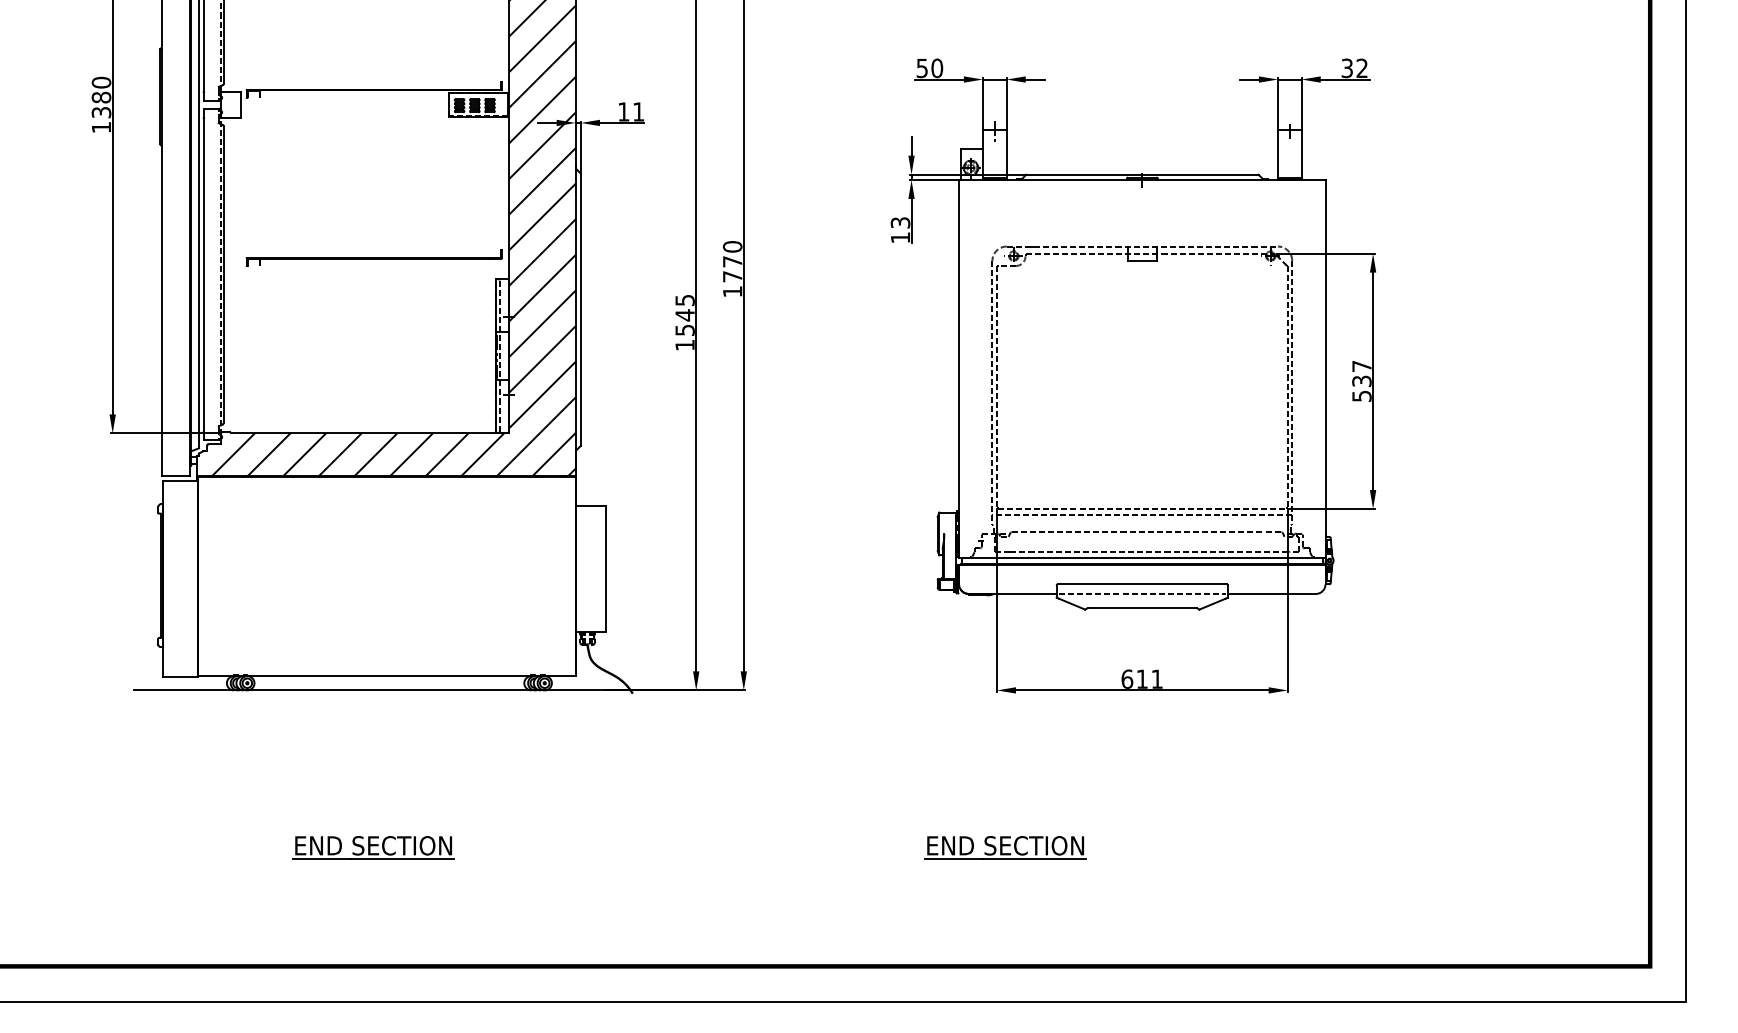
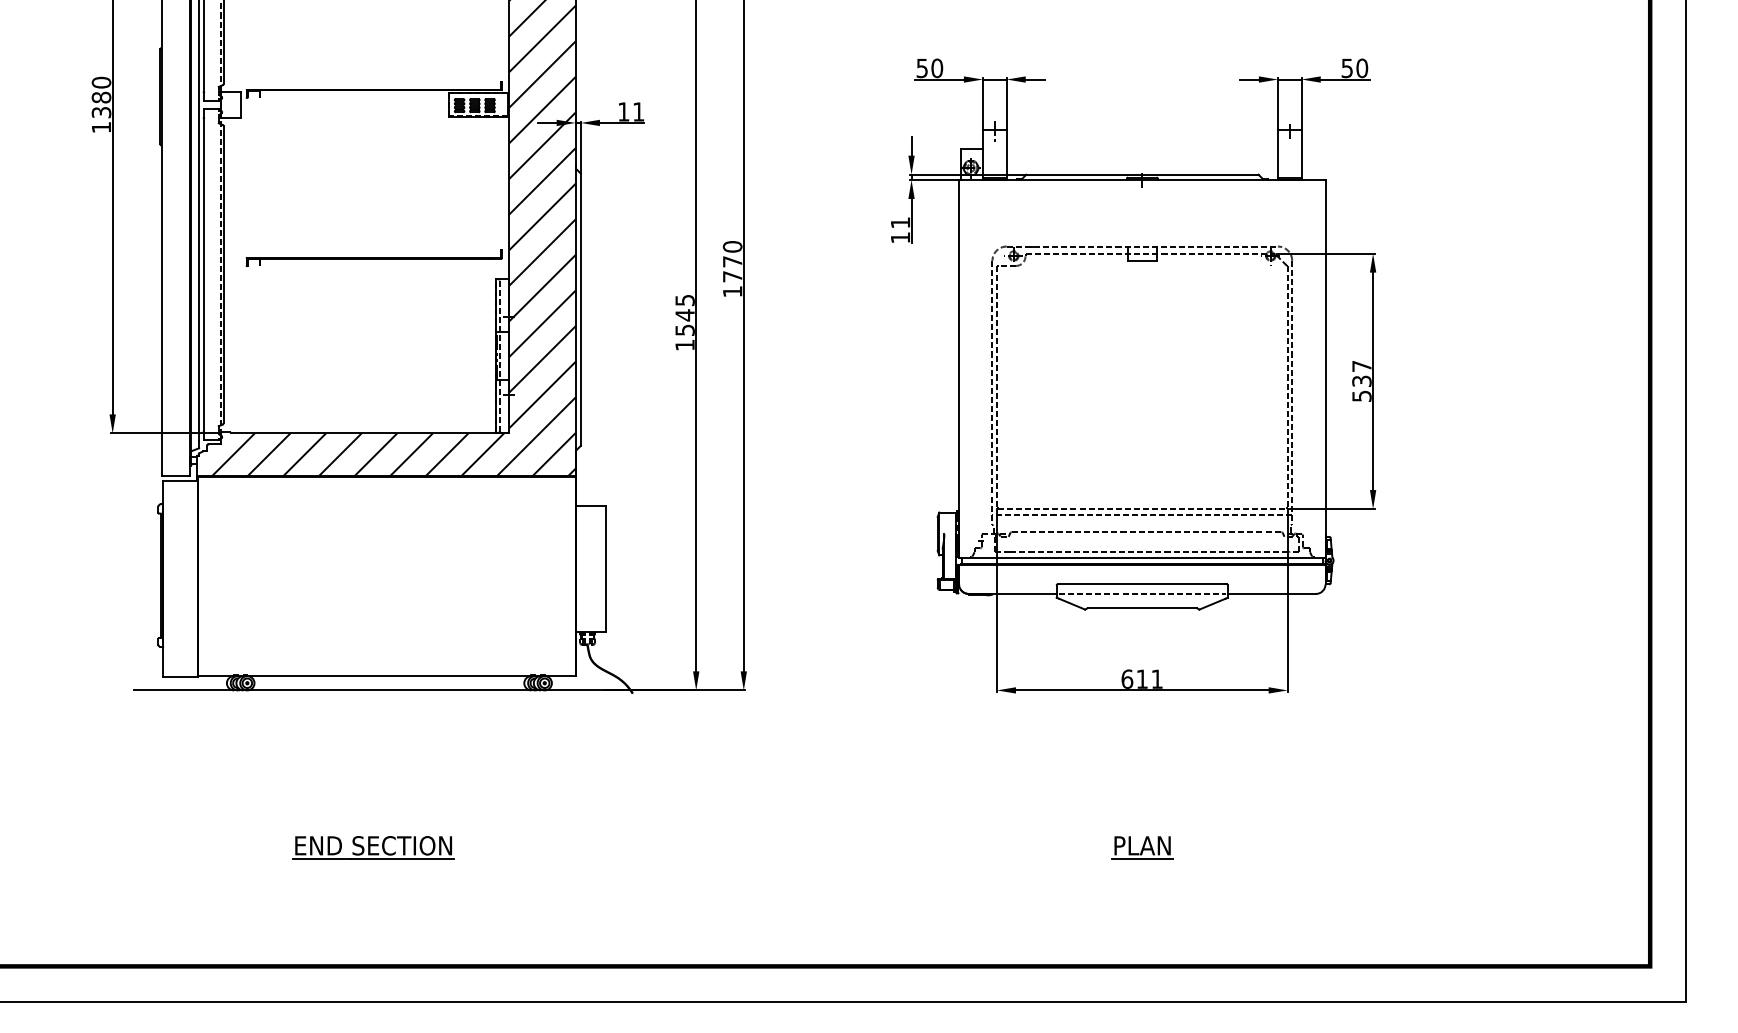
text at (1355, 68): 32 -> 50
text at (900, 222): 13 -> 11
part at (1005, 847): present -> none
part at (1142, 847): none -> present
